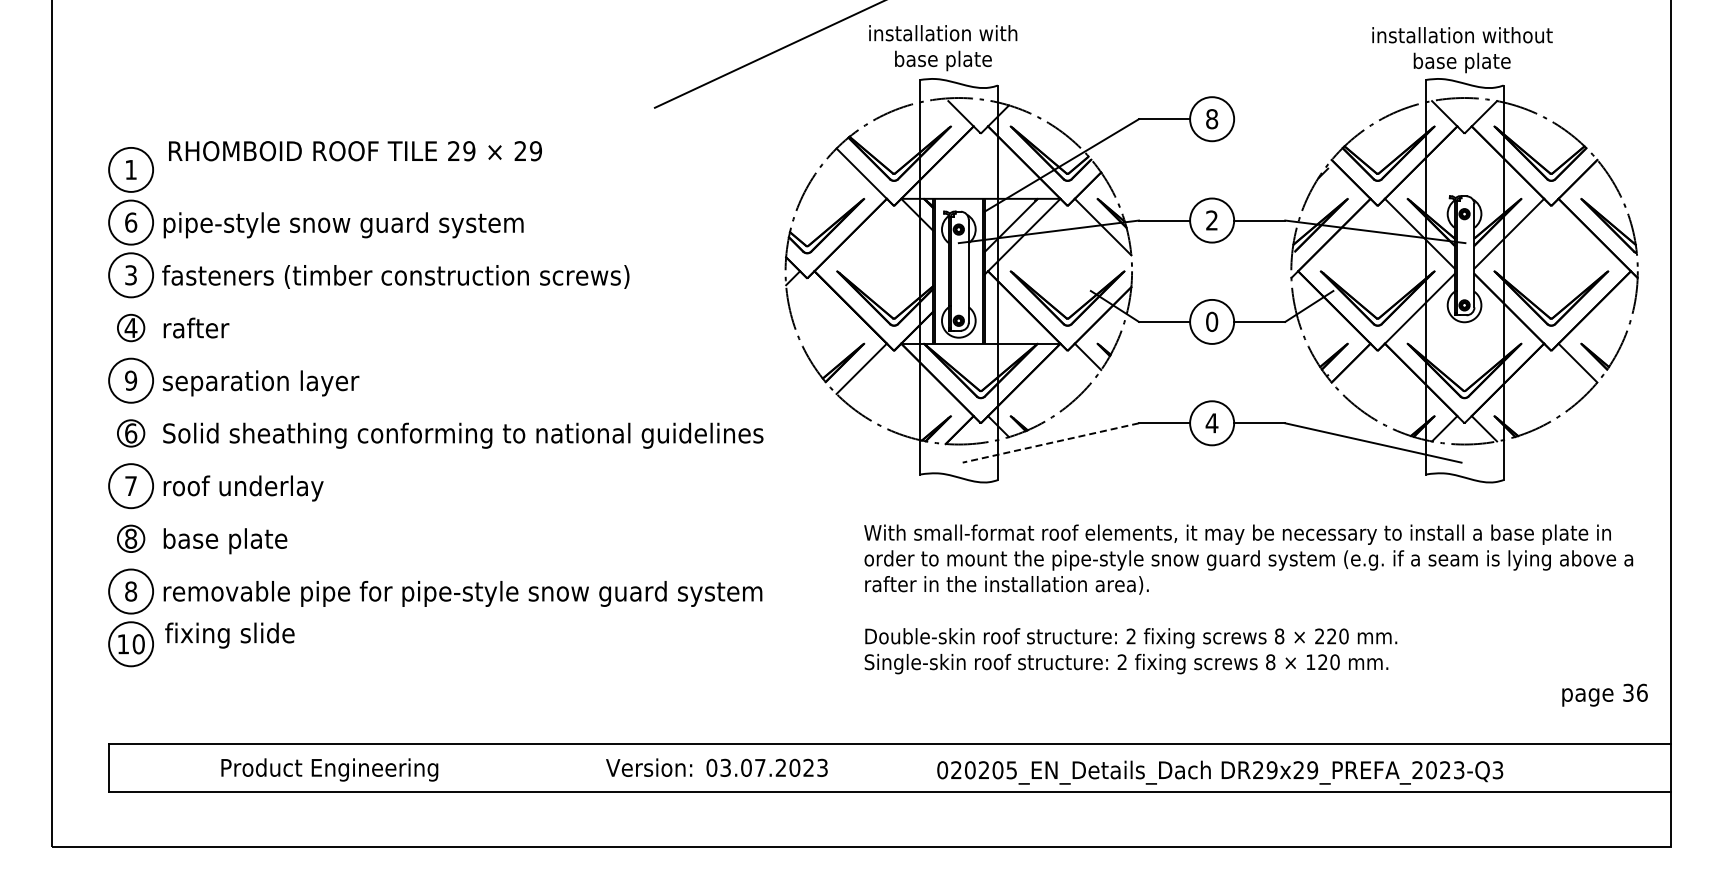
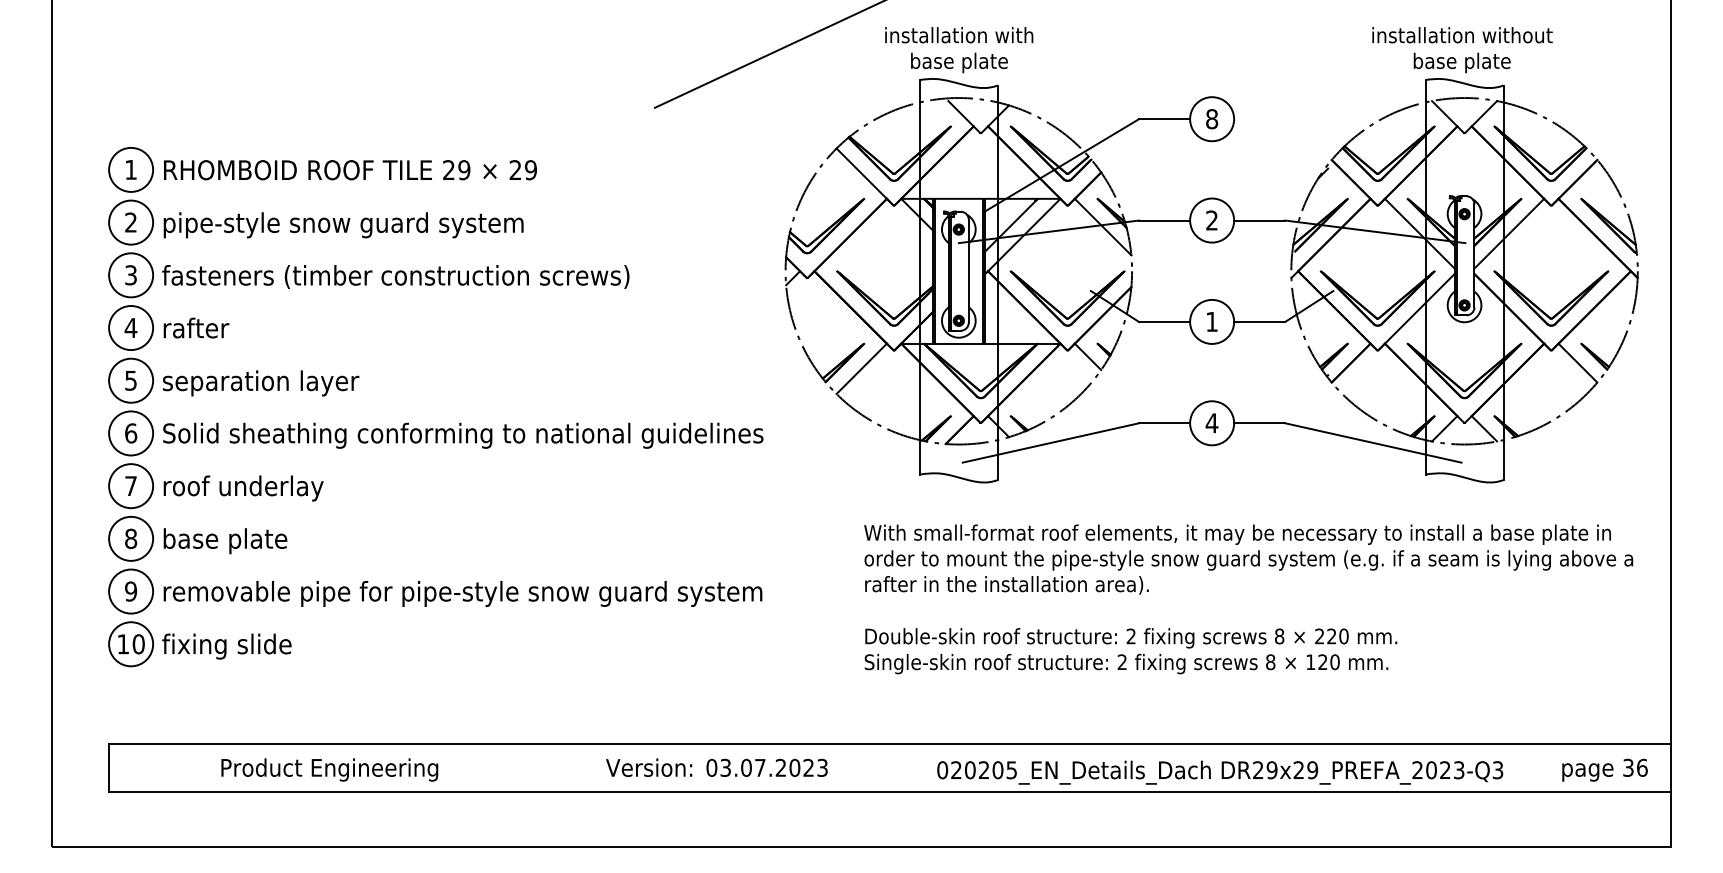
text at (943, 48) position: (943, 48) -> (959, 50)
text at (355, 151) position: (355, 151) -> (350, 170)
text at (131, 222): 6 -> 2
text at (1212, 321): 0 -> 1
circle at (130, 327) diameter: 26 px -> 44 px
text at (131, 380): 9 -> 5
circle at (130, 433) diameter: 26 px -> 44 px
line at (1050, 443): dashed -> solid
circle at (130, 538) diameter: 26 px -> 44 px
text at (131, 591): 8 -> 9
text at (229, 635) position: (229, 635) -> (226, 646)
text at (1604, 694) position: (1604, 694) -> (1604, 769)
